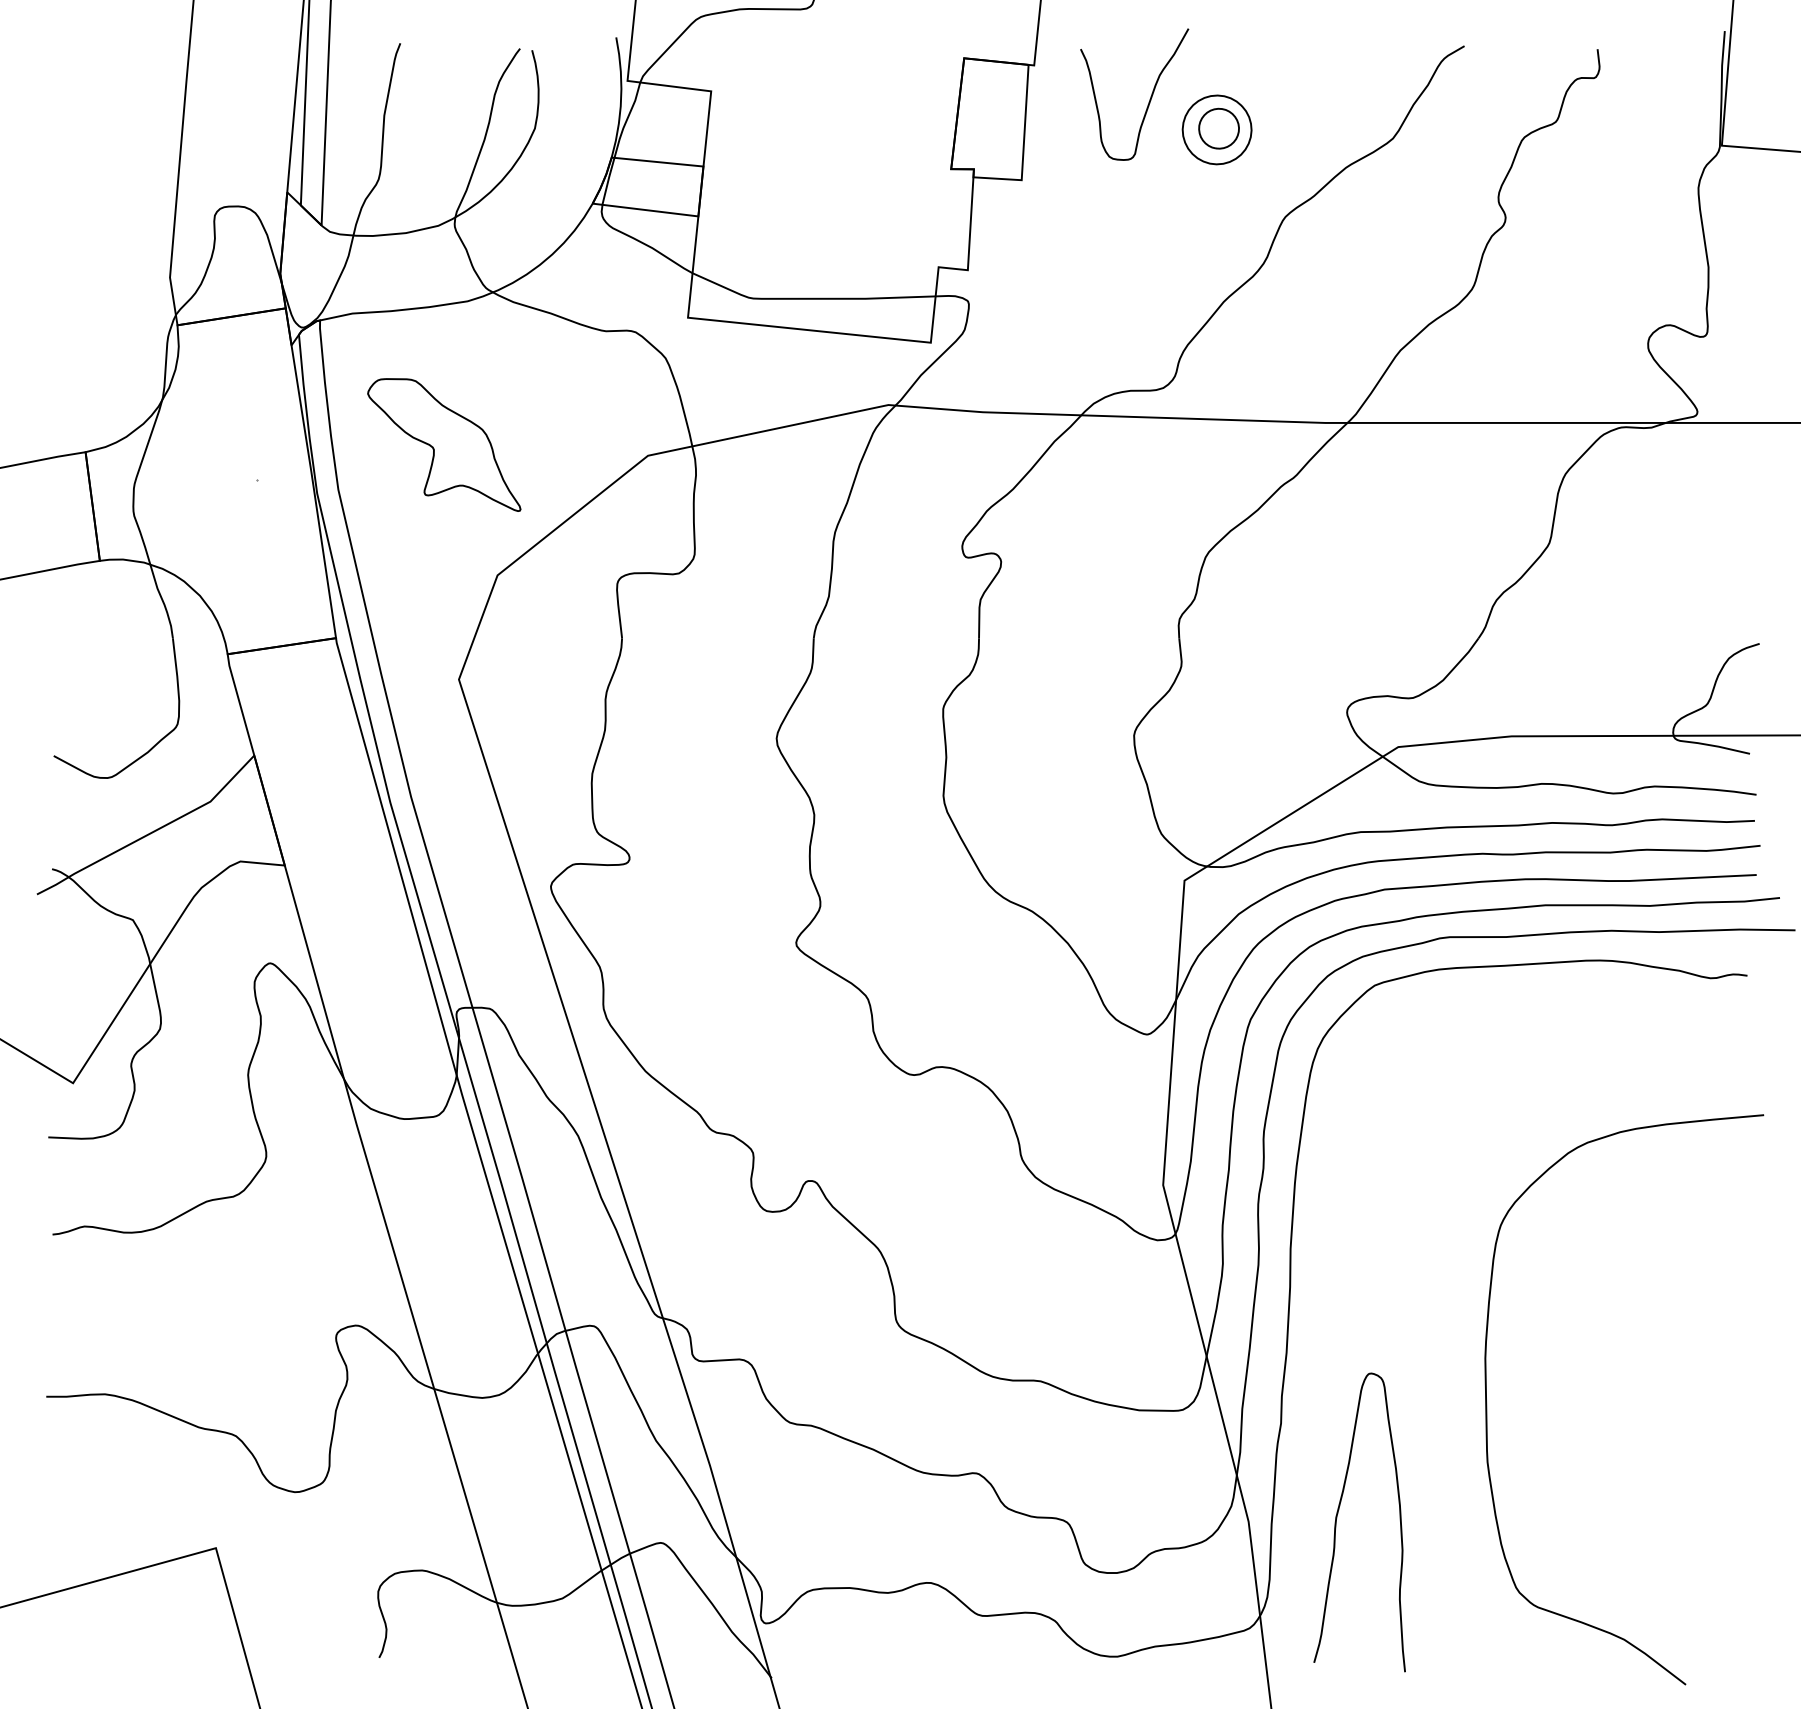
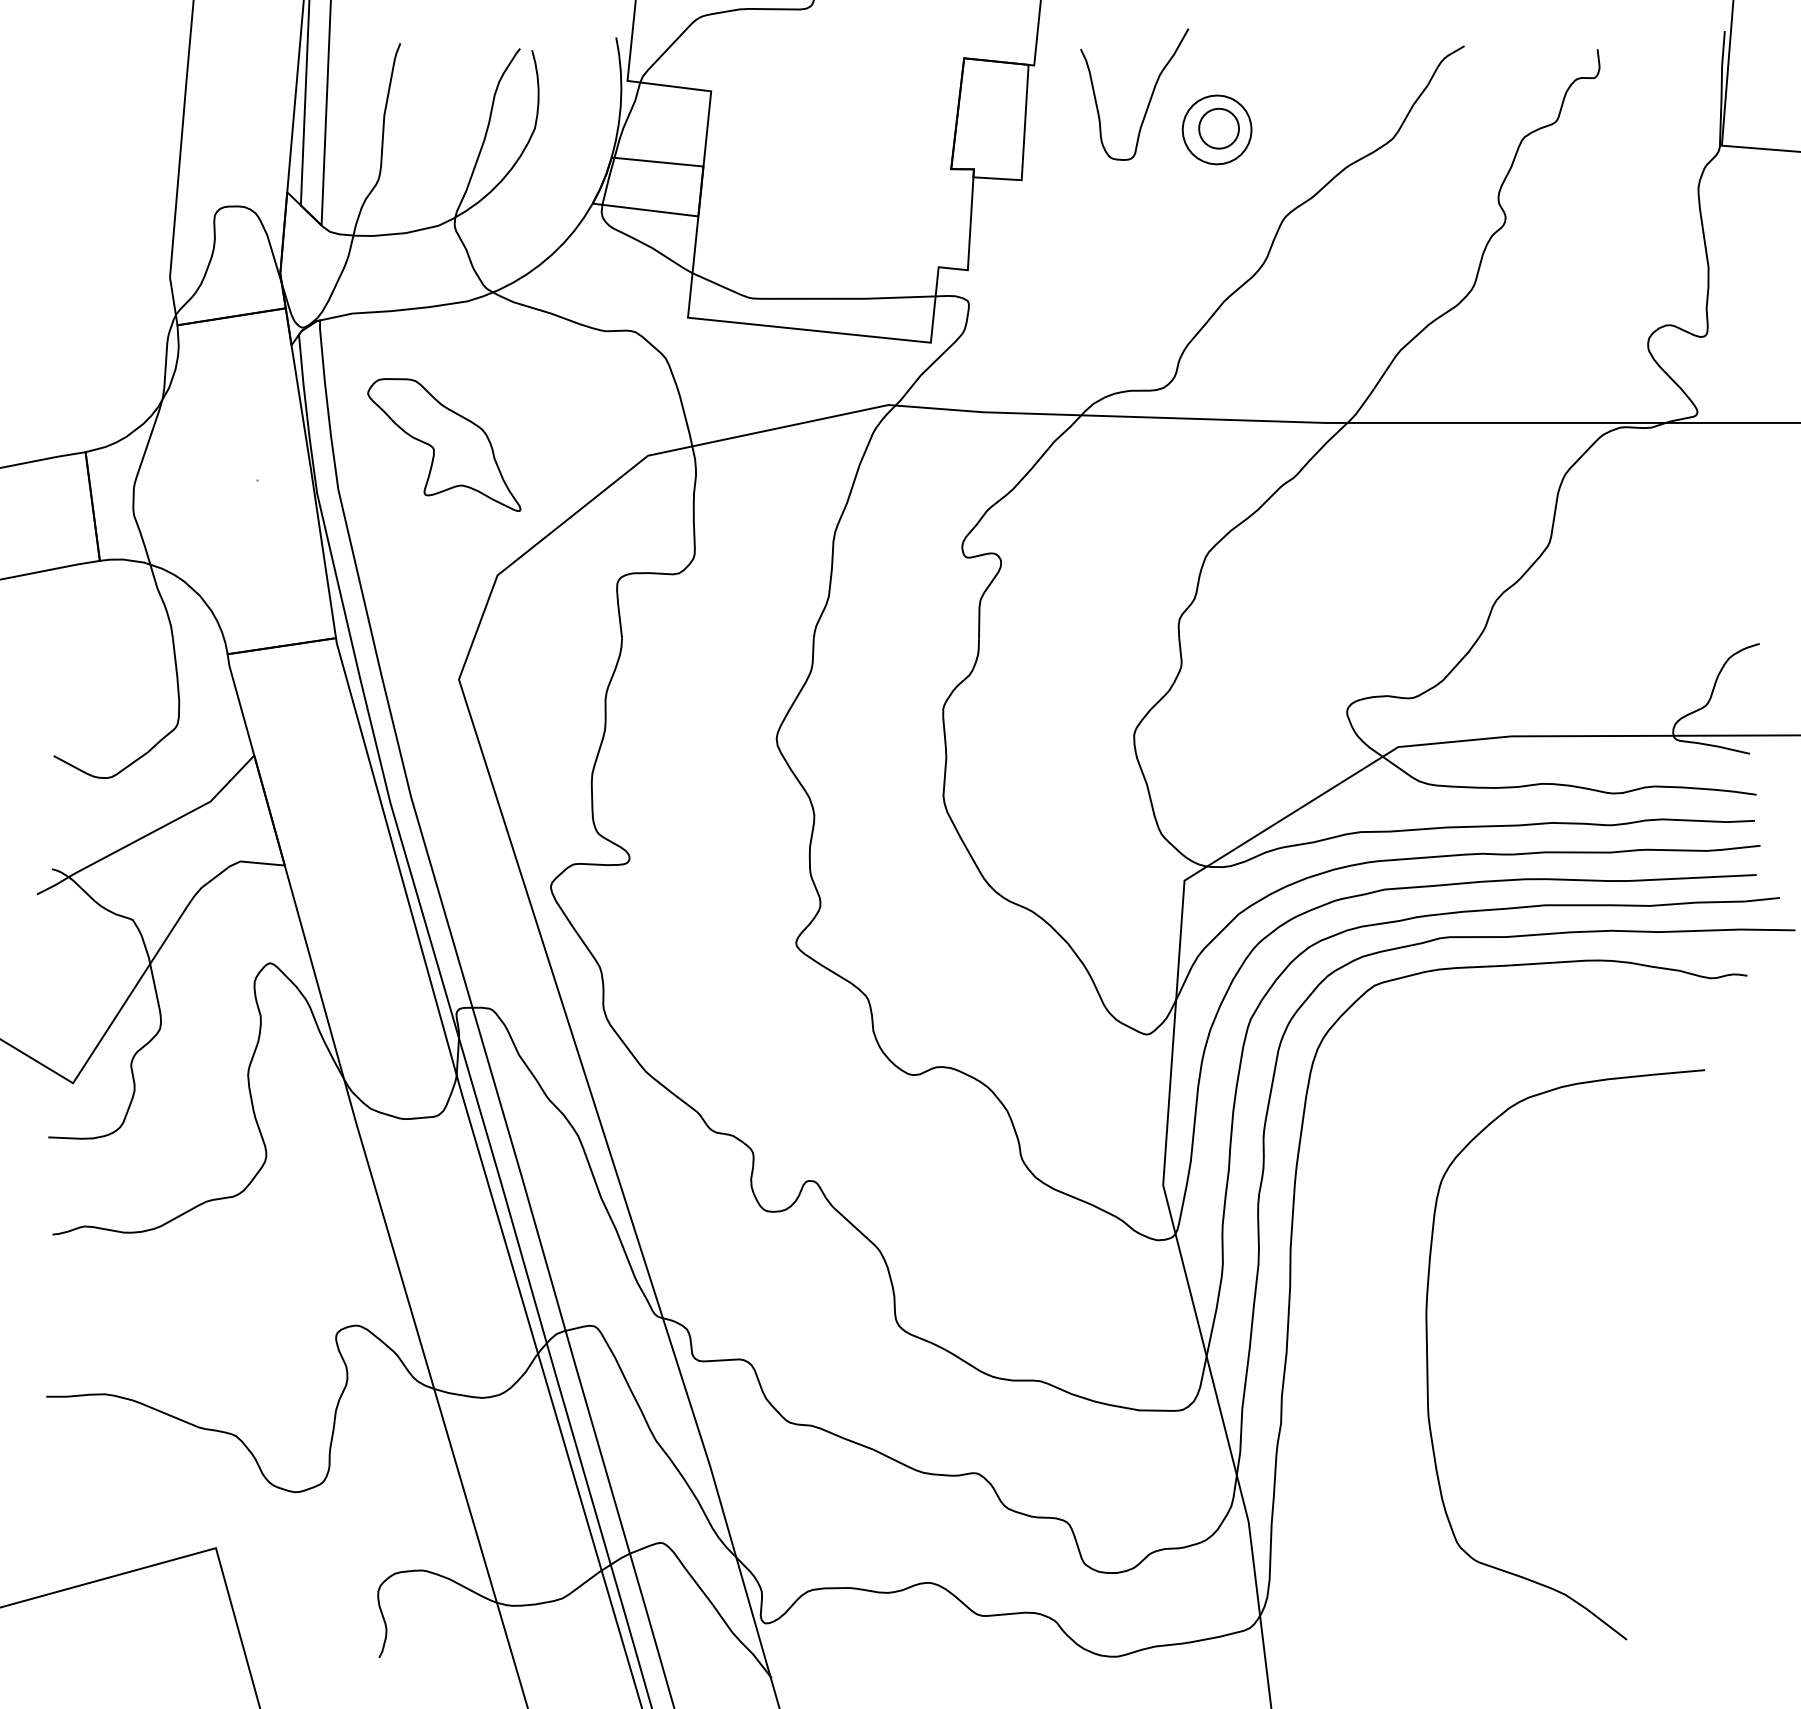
curve at (1487, 1403) position: (1487, 1403) -> (1428, 1358)
curve at (1337, 1518): present -> none
